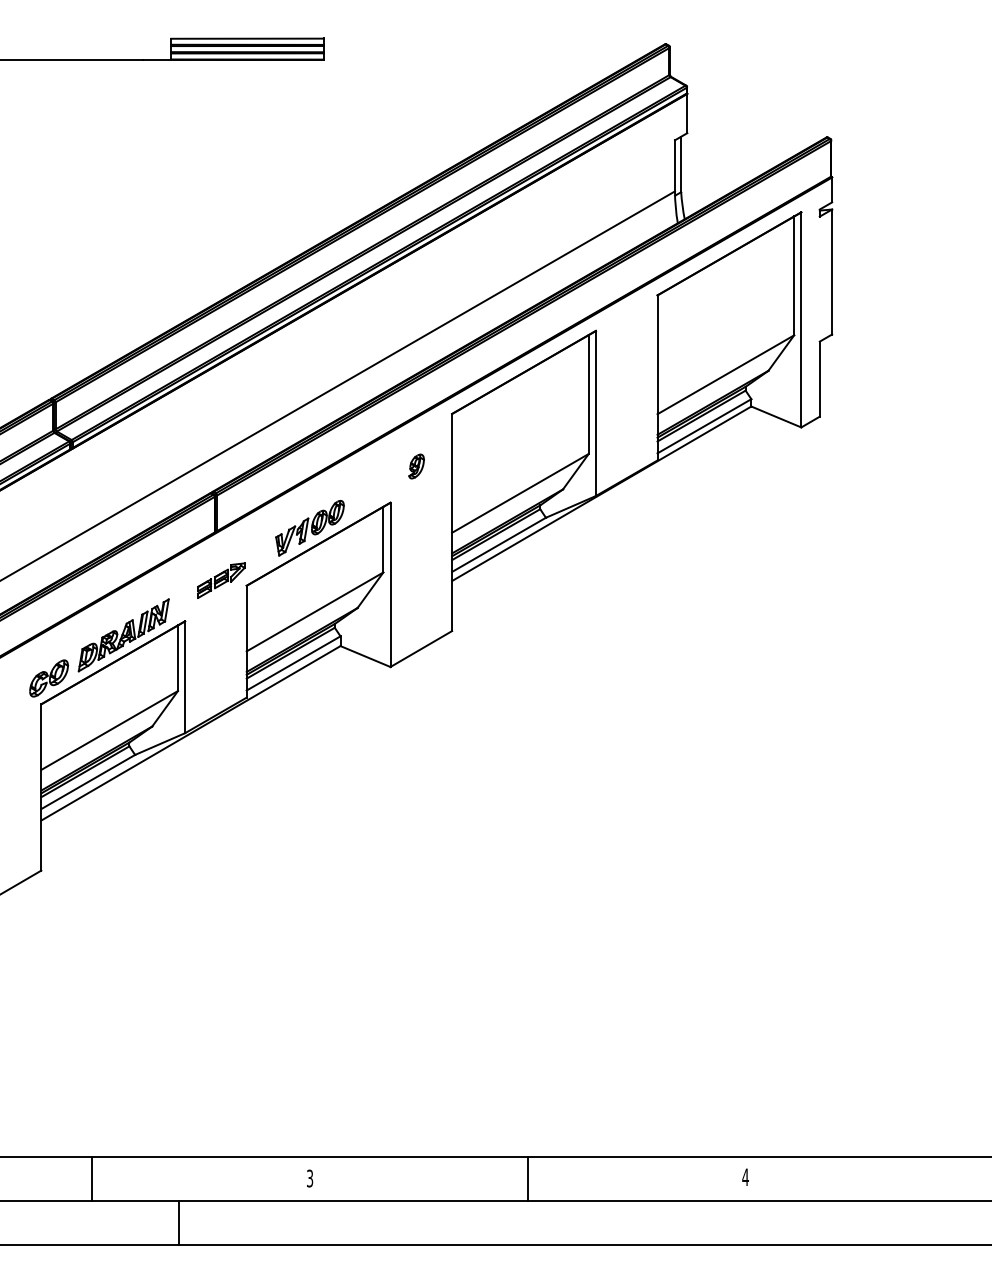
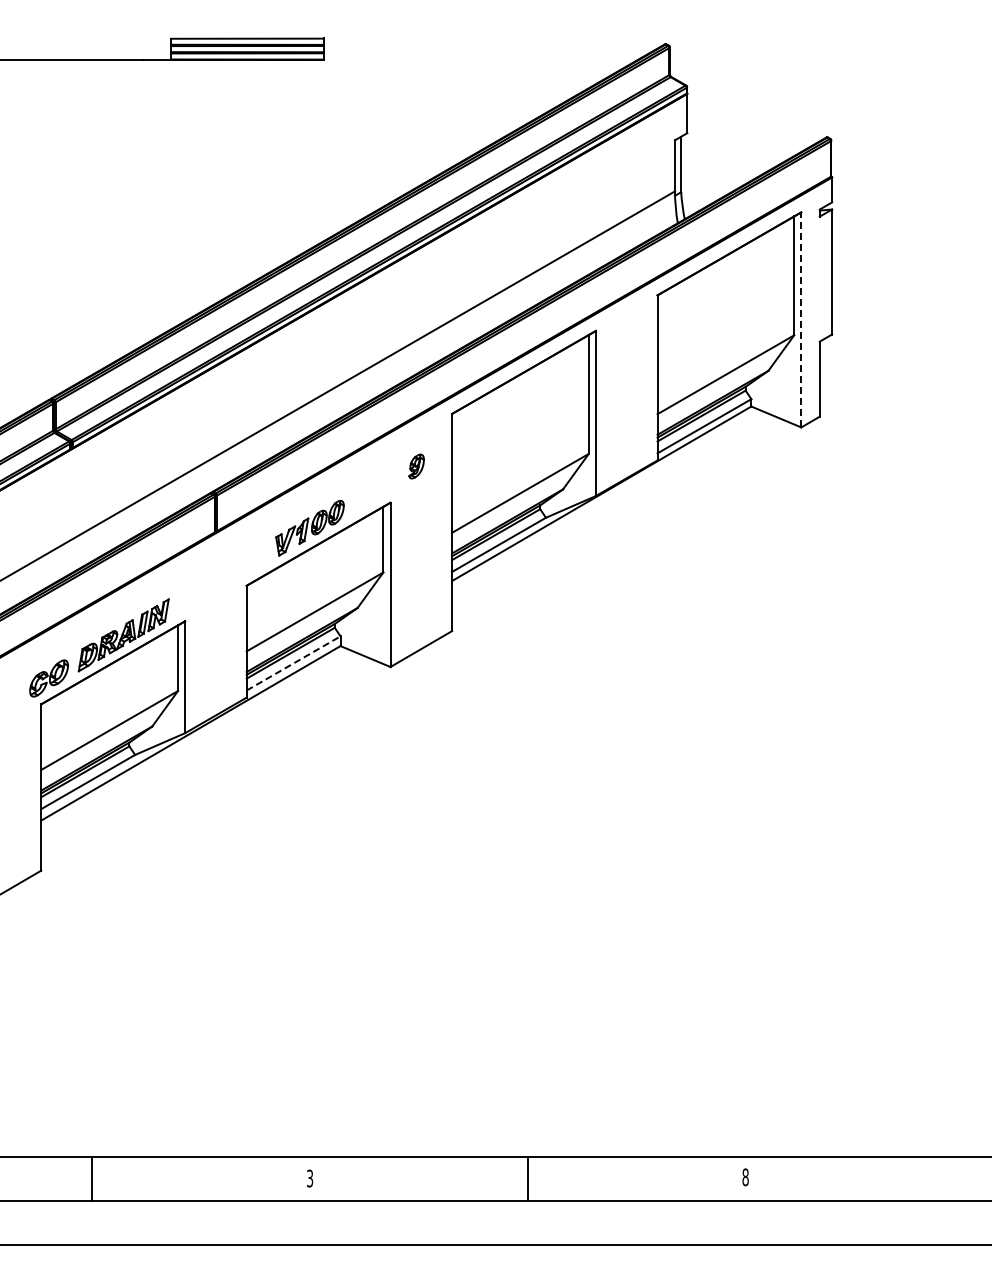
line at (801, 319): solid -> dashed
part at (221, 580): present -> none
line at (294, 663): solid -> dashed
text at (745, 1177): 4 -> 8
line at (178, 1222): present -> none
